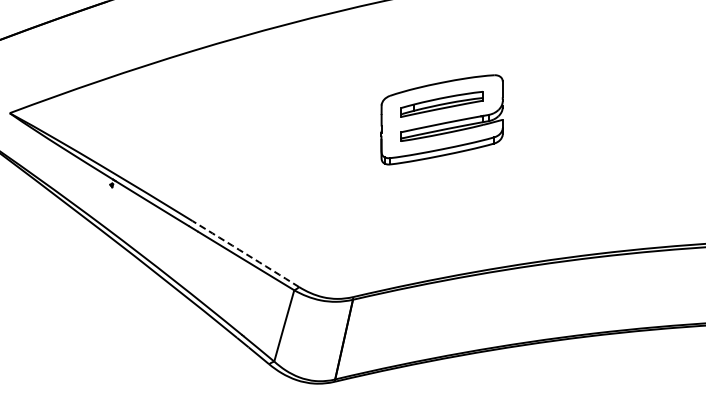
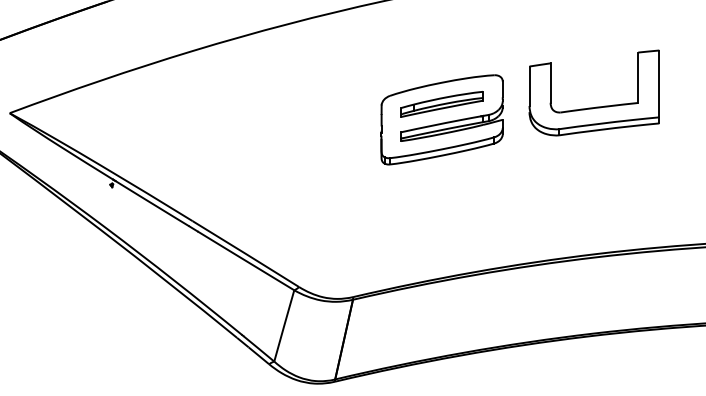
part at (596, 106): none -> present
arc at (245, 253): dashed -> solid
